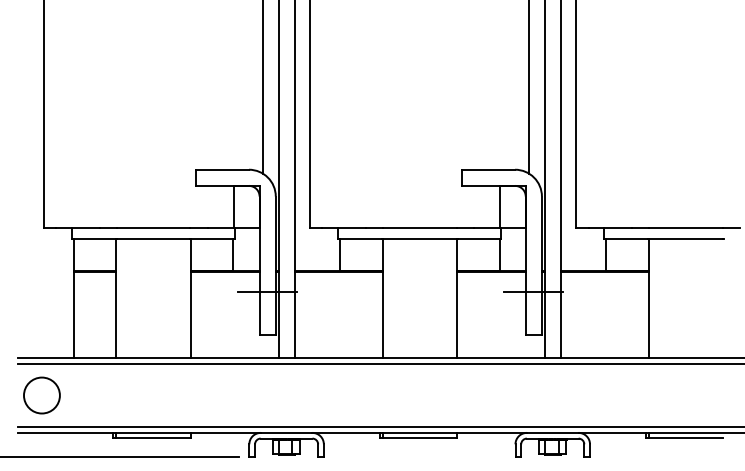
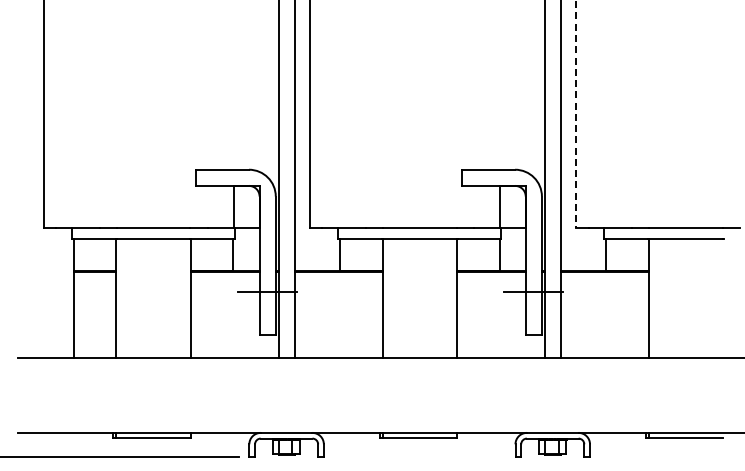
line at (263, 87): present -> none
line at (529, 87): present -> none
line at (576, 114): solid -> dashed
line at (379, 364): present -> none
circle at (41, 395): present -> none
line at (379, 427): present -> none
